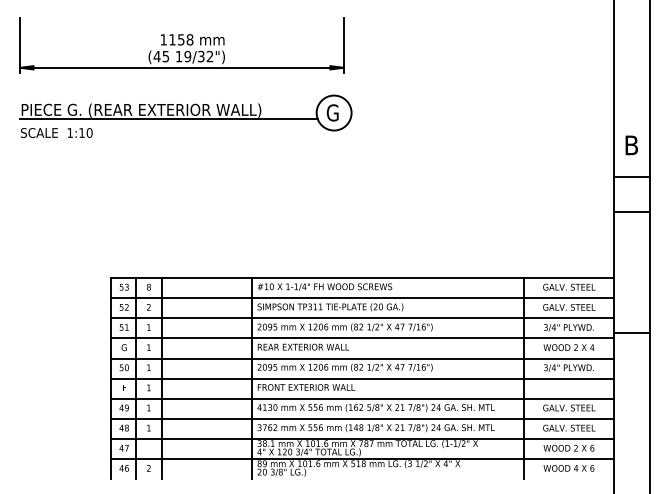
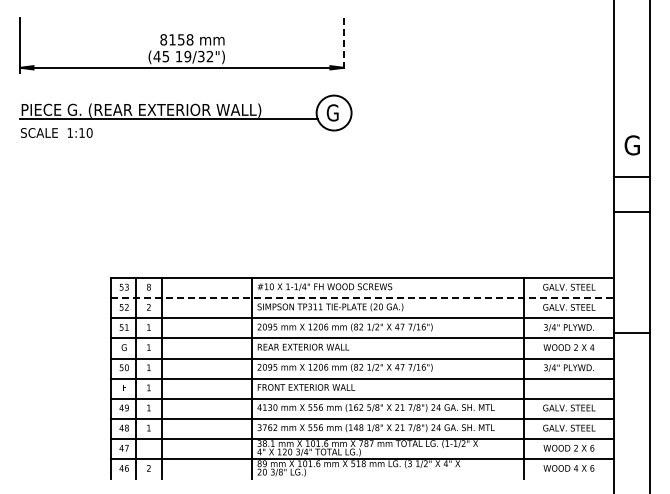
text at (163, 39): 1158 -> 8158
line at (343, 45): solid -> dashed
text at (631, 145): B -> G
line at (362, 298): solid -> dashed
